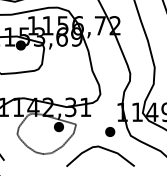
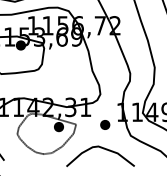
part at (110, 131) position: (110, 131) -> (105, 124)
